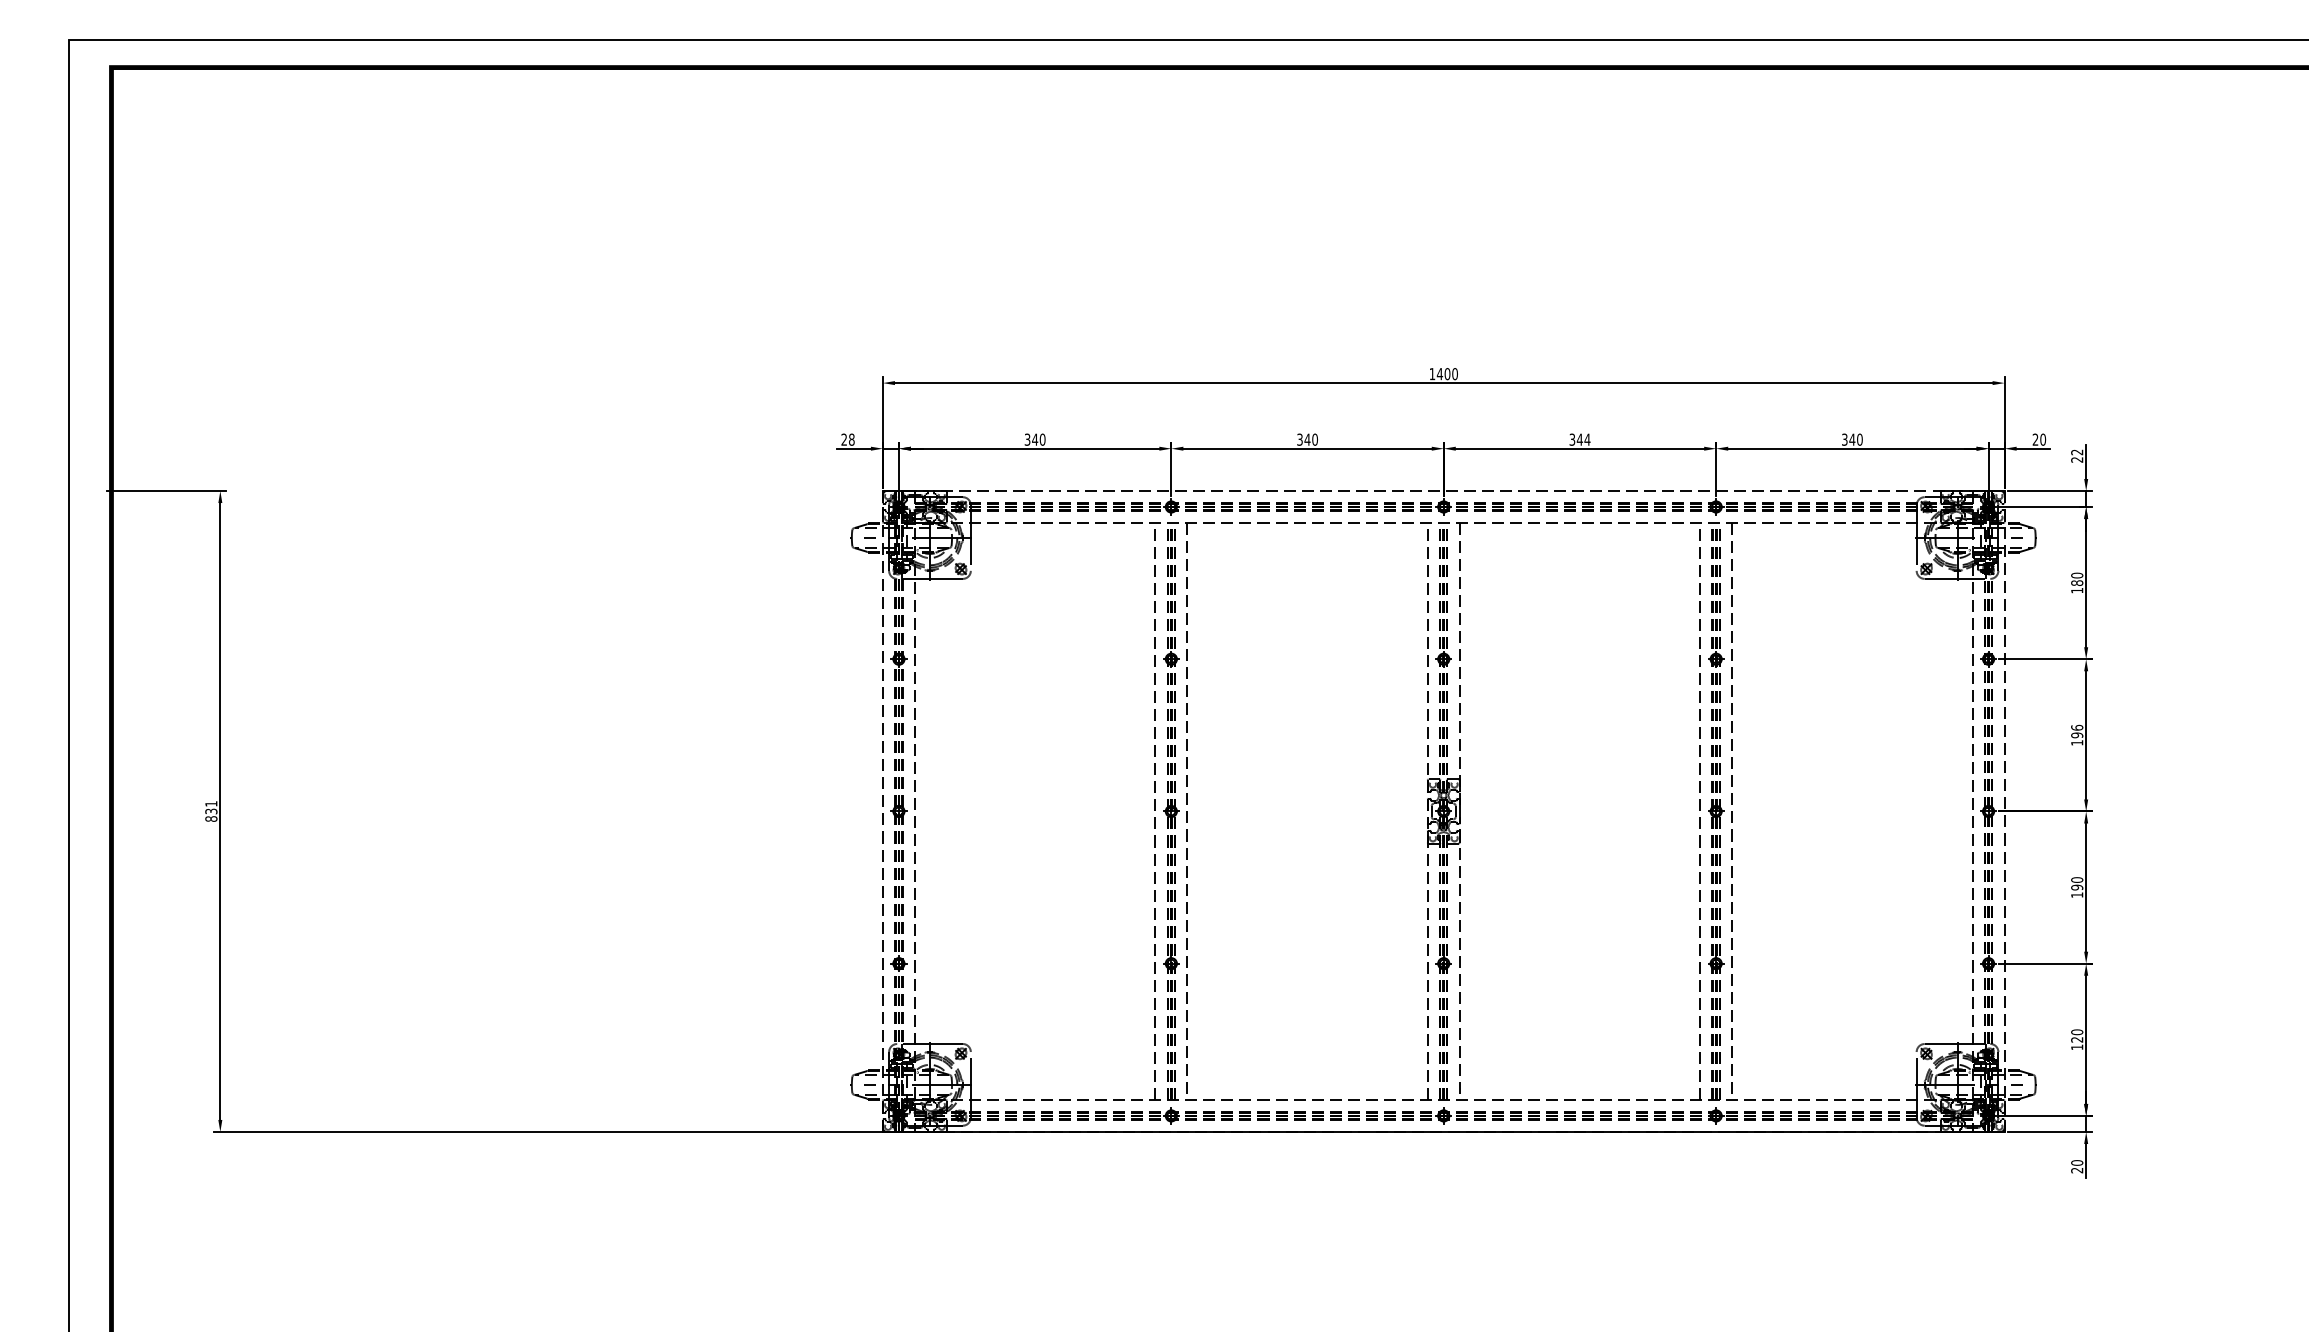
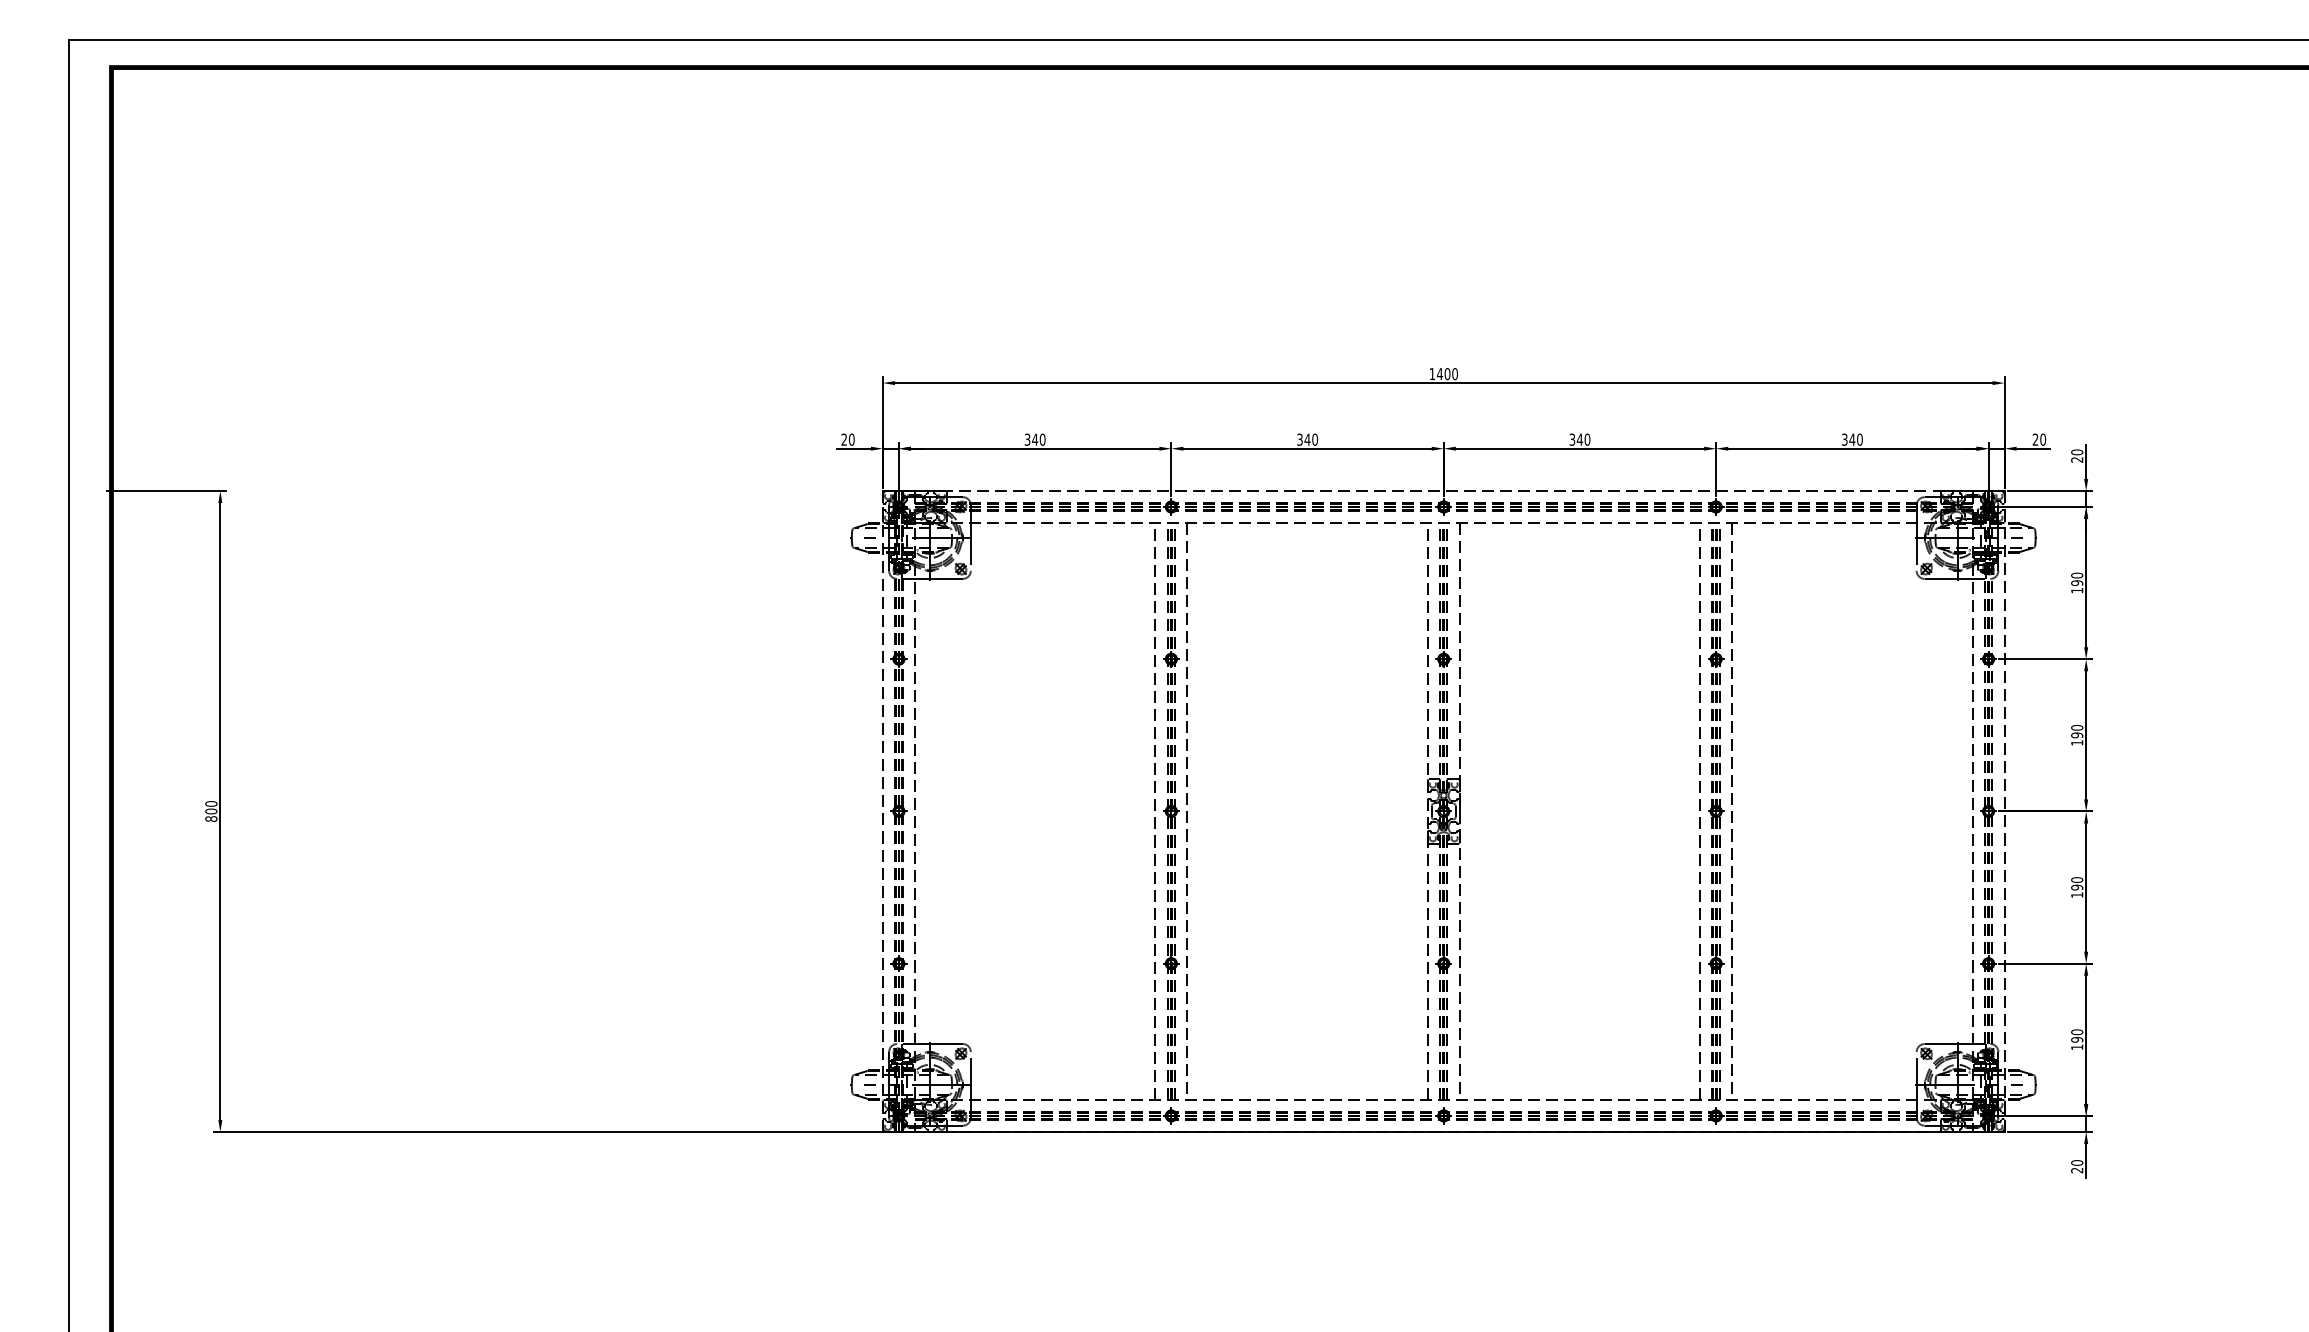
text at (851, 439): 28 -> 20
text at (1587, 439): 344 -> 340
text at (2077, 452): 22 -> 20
text at (2077, 583): 180 -> 190
text at (2076, 727): 196 -> 190
text at (211, 807): 831 -> 800
text at (2077, 1039): 120 -> 190
